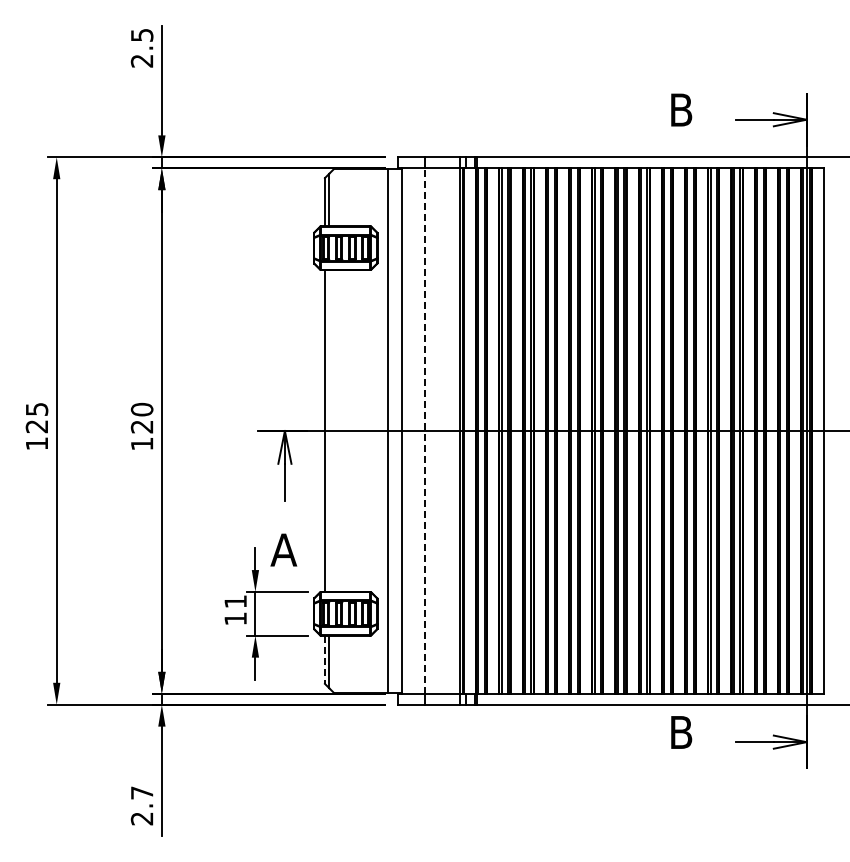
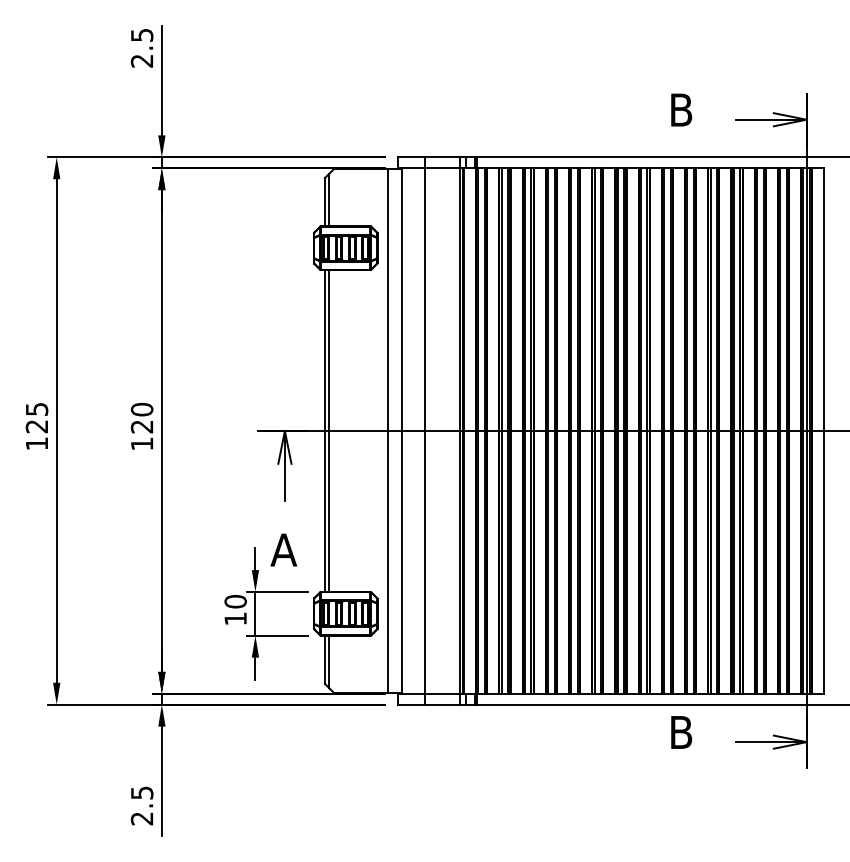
line at (329, 430): none -> present
line at (425, 431): dashed -> solid
text at (235, 601): 11 -> 10
line at (324, 660): dashed -> solid
text at (142, 792): 2.7 -> 2.5
